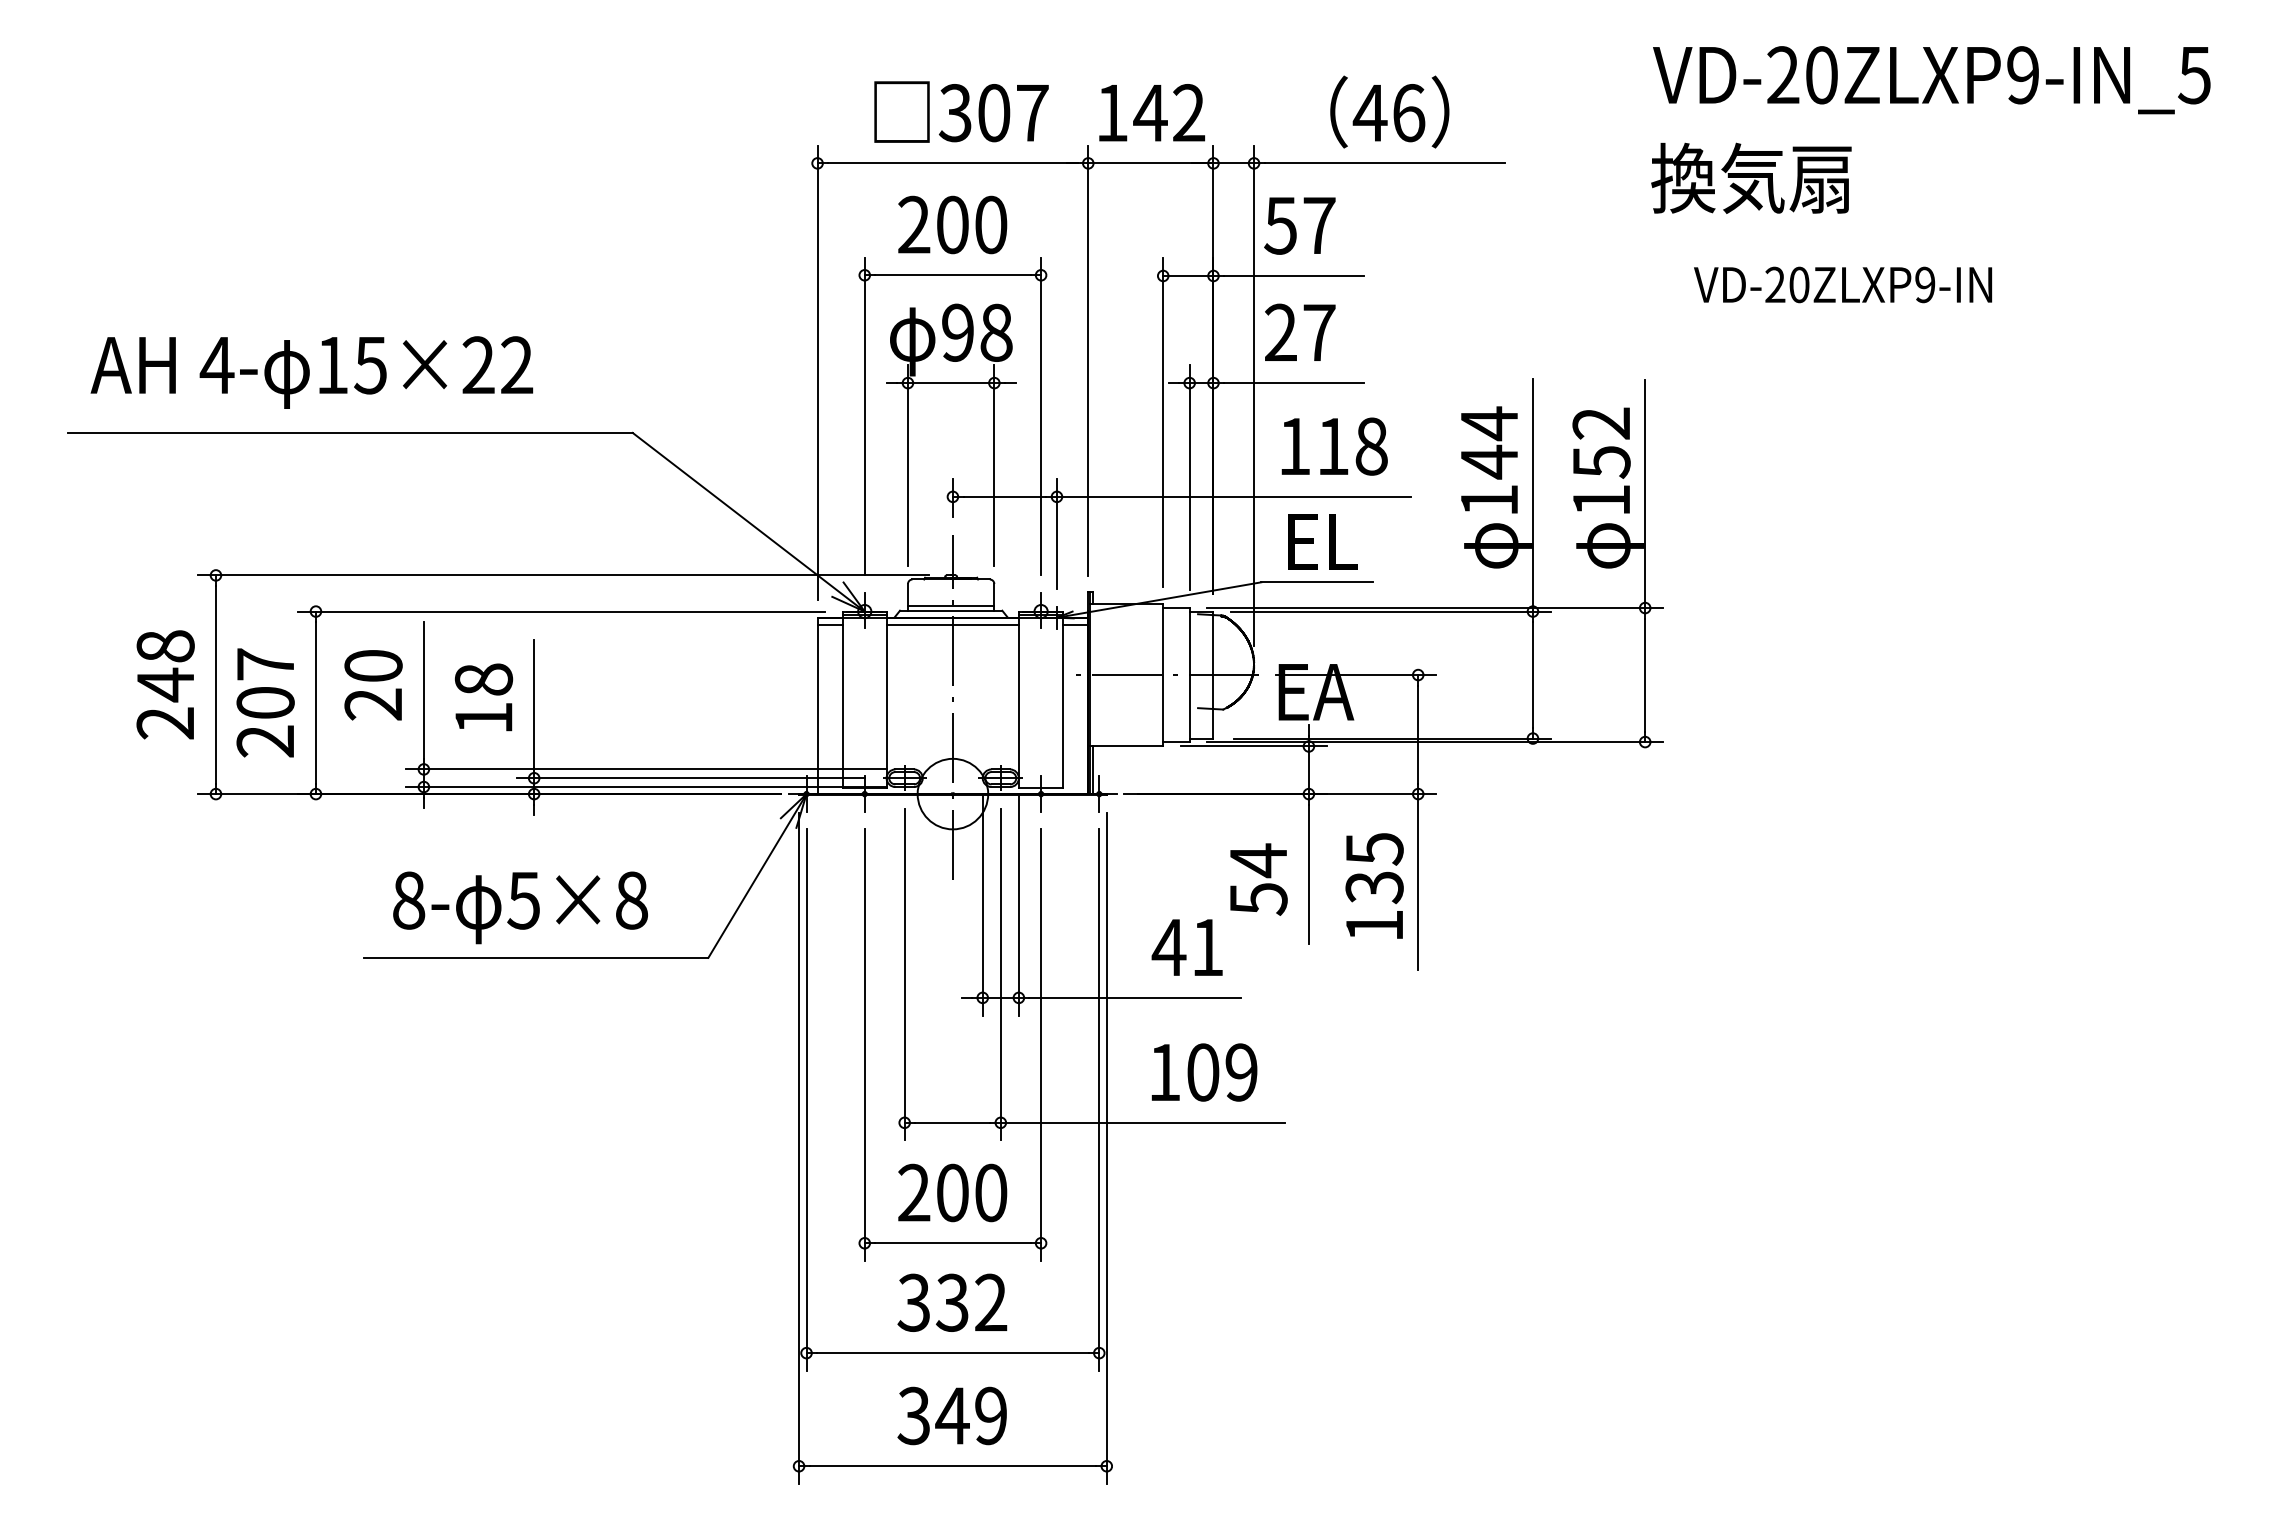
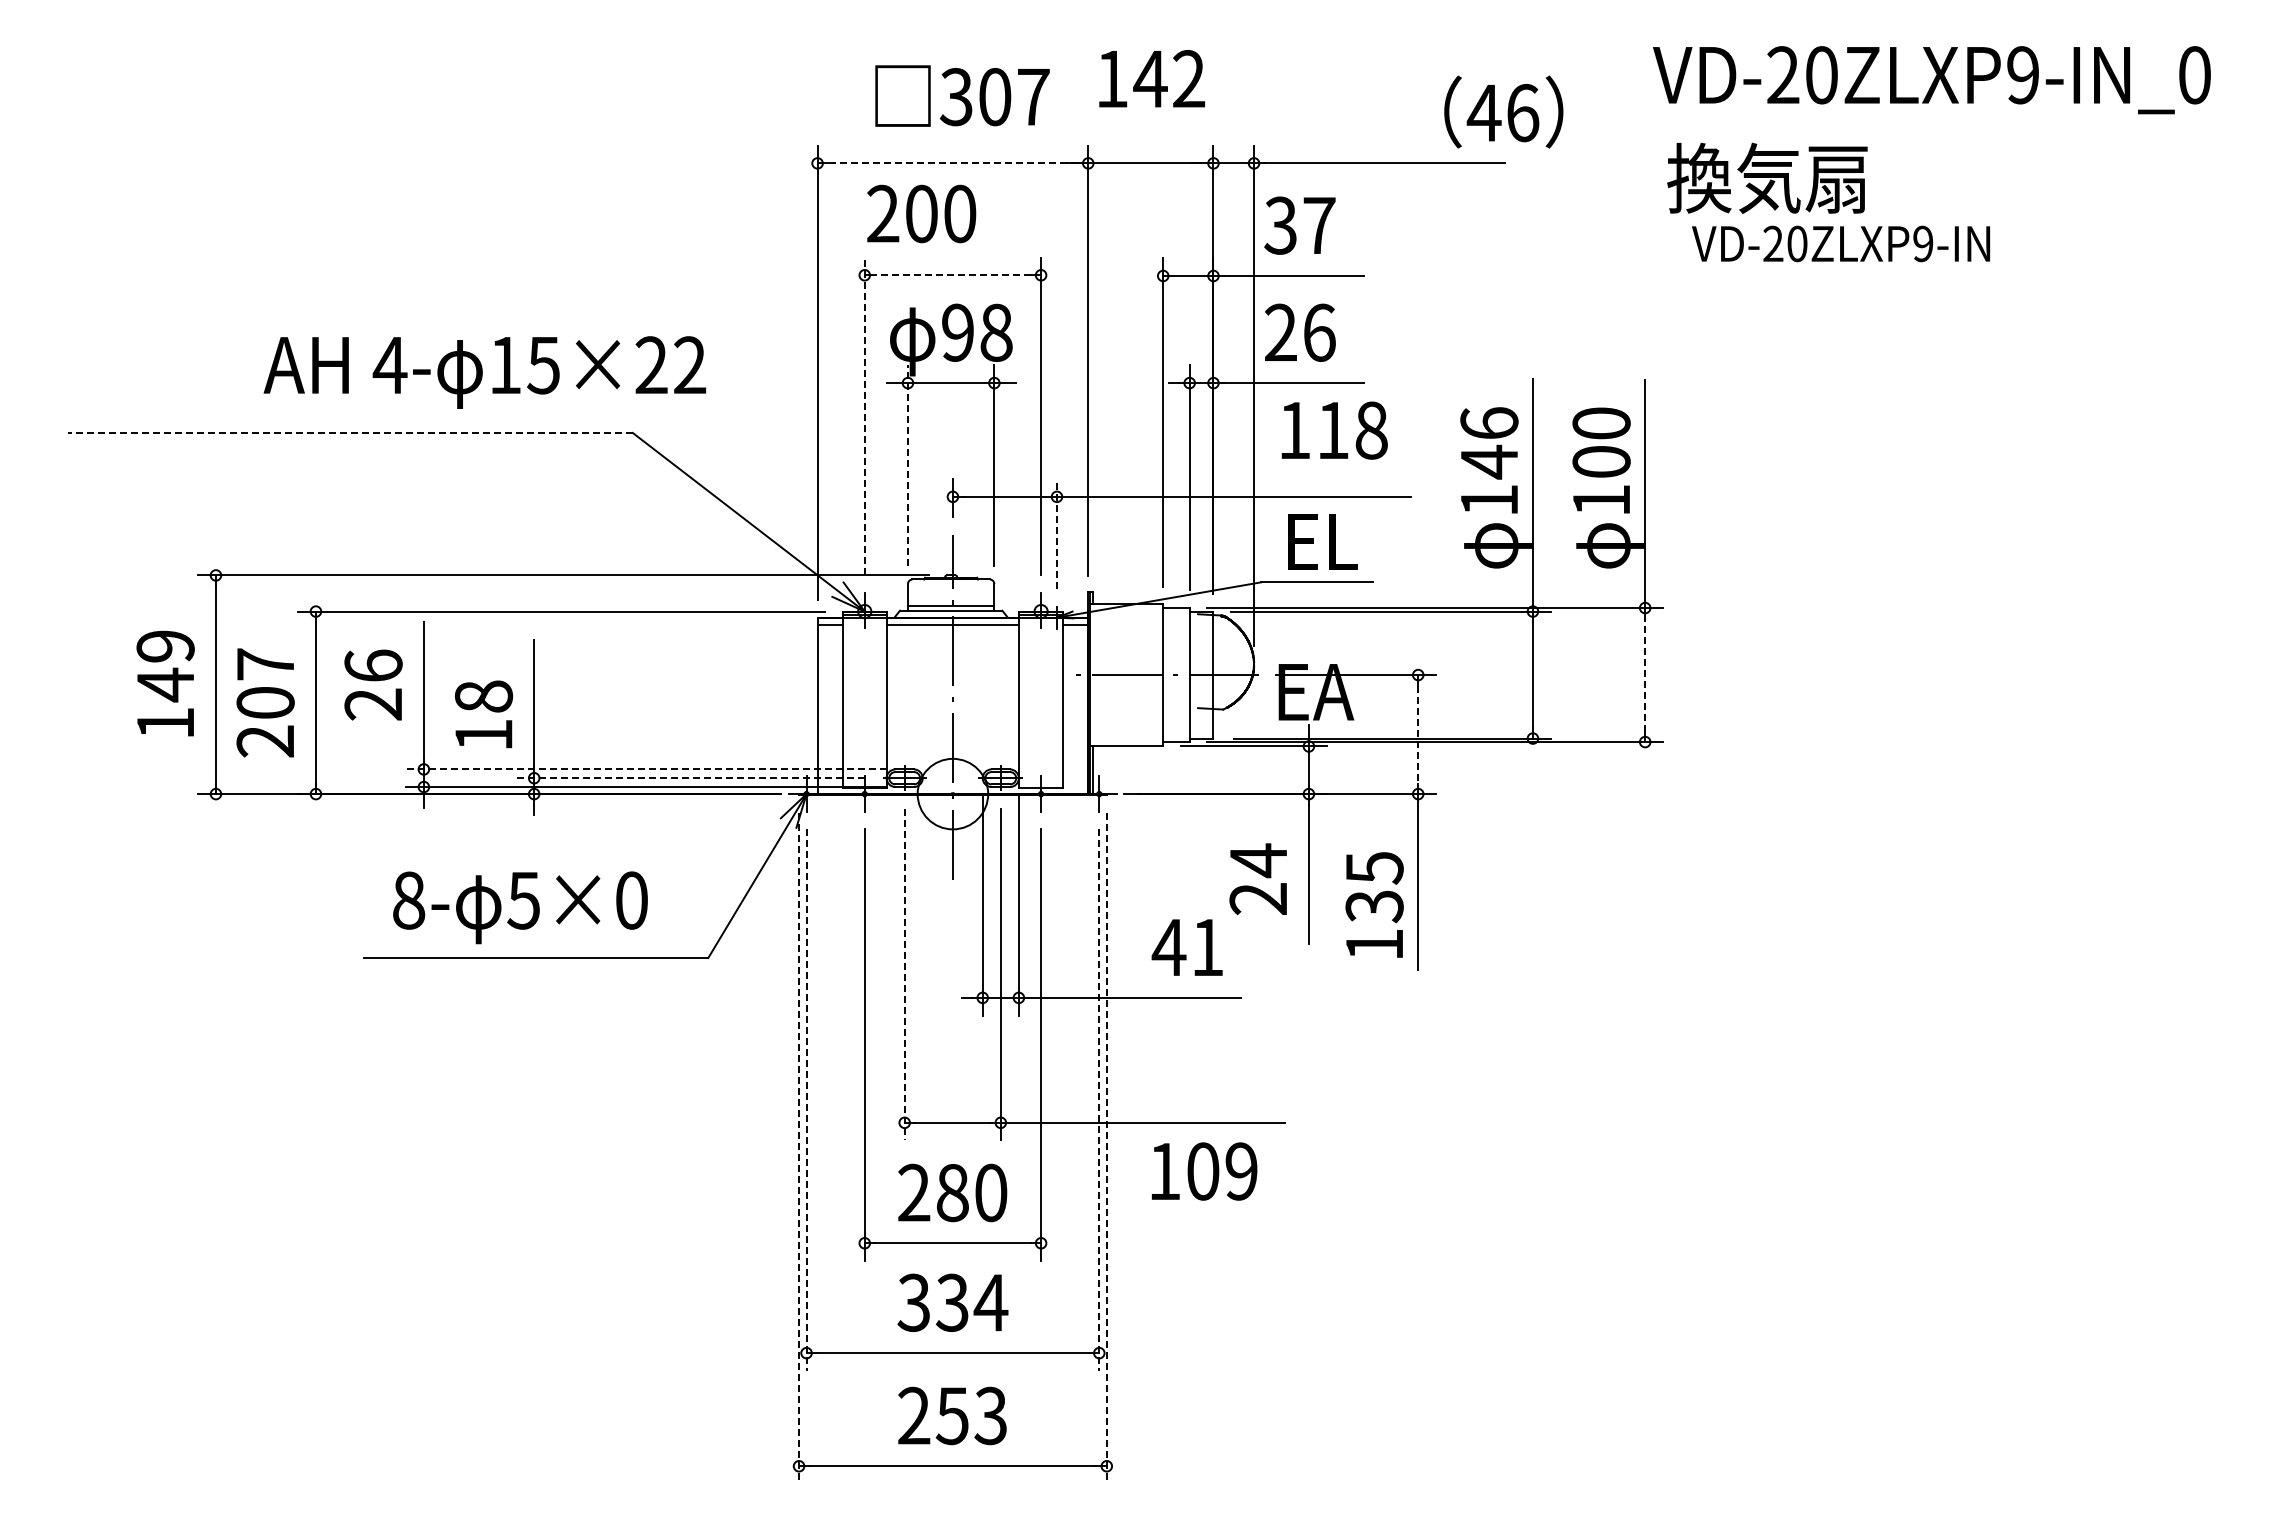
text at (2194, 75): VD-20ZLXP9-IN_5 -> VD-20ZLXP9-IN_0
text at (961, 111) position: (961, 111) -> (962, 95)
text at (1389, 111) position: (1389, 111) -> (1503, 111)
text at (1151, 112) position: (1151, 112) -> (1151, 78)
line at (952, 163): solid -> dashed
text at (1751, 177) position: (1751, 177) -> (1767, 177)
text at (952, 224) position: (952, 224) -> (921, 213)
text at (1280, 225): 57 -> 37
line at (952, 275): solid -> dashed
text at (1843, 284) position: (1843, 284) -> (1841, 243)
text at (1319, 332): 27 -> 26
text at (311, 372) position: (311, 372) -> (484, 372)
line at (864, 416): solid -> dashed
text at (1489, 423): 144 -> 146
line at (350, 432): solid -> dashed
text at (1601, 442): 152 -> 100
text at (1334, 446) position: (1334, 446) -> (1334, 430)
line at (907, 465): solid -> dashed
line at (1056, 534): solid -> dashed
text at (373, 665): 20 -> 26
line at (1645, 674): solid -> dashed
text at (165, 684): 248 -> 149
text at (484, 697) position: (484, 697) -> (484, 714)
line at (1418, 734): solid -> dashed
line at (646, 769): solid -> dashed
line at (690, 778): solid -> dashed
text at (1374, 885) position: (1374, 885) -> (1374, 904)
text at (1258, 899): 54 -> 24
text at (632, 900): 5×8 -> 5×0
line at (904, 974): solid -> dashed
text at (1204, 1072) position: (1204, 1072) -> (1204, 1171)
line at (806, 1100): solid -> dashed
line at (1099, 1100): solid -> dashed
line at (799, 1148): solid -> dashed
line at (1106, 1148): solid -> dashed
text at (952, 1192): 200 -> 280
text at (990, 1302): 332 -> 334
text at (951, 1416): 349 -> 253
